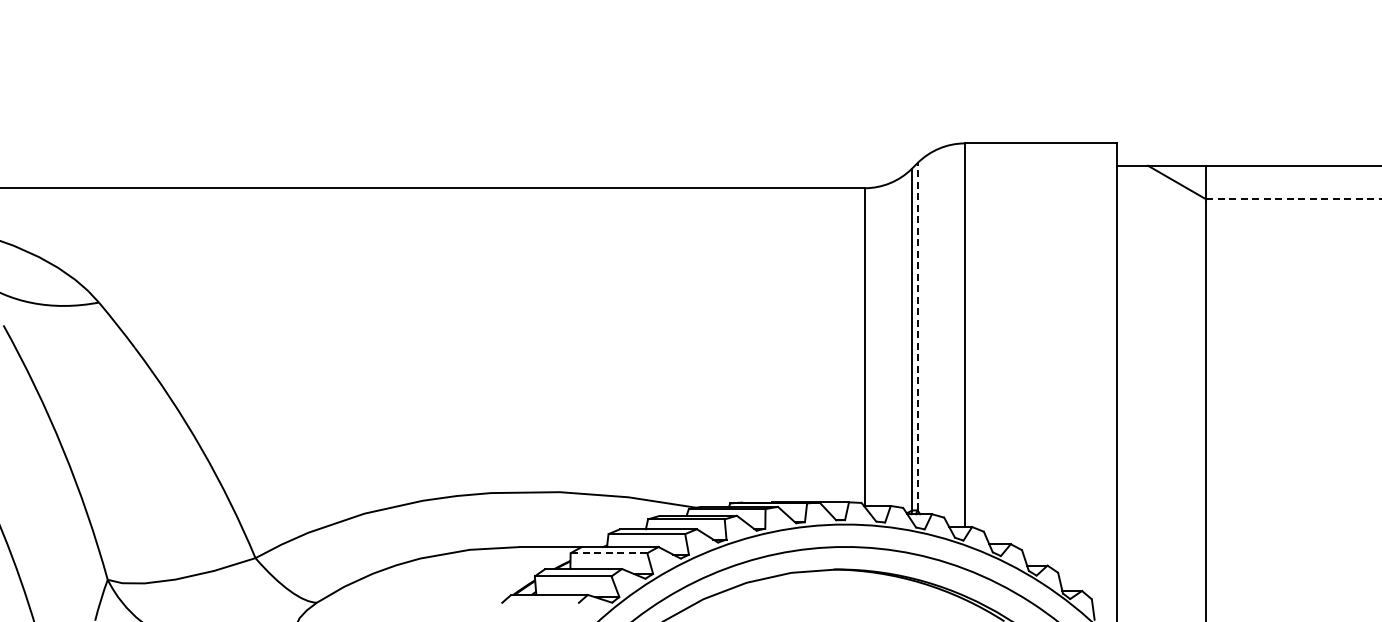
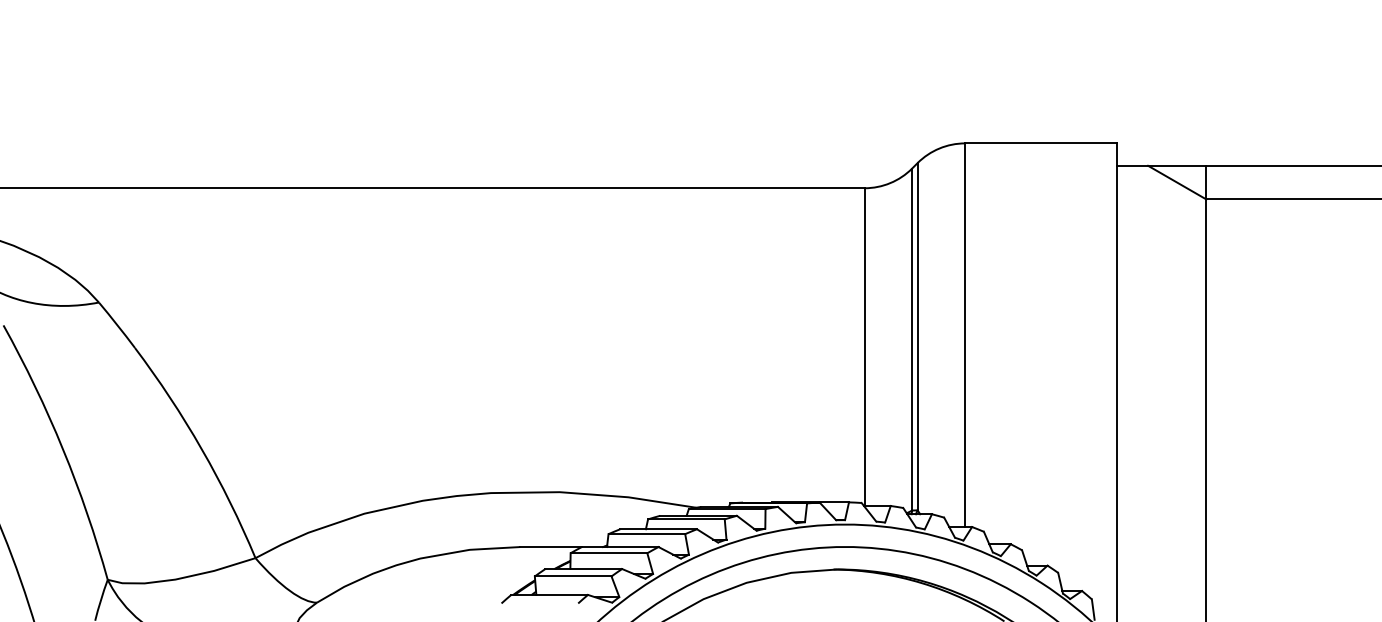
line at (1294, 199): dashed -> solid
line at (917, 336): dashed -> solid
line at (608, 553): dashed -> solid
